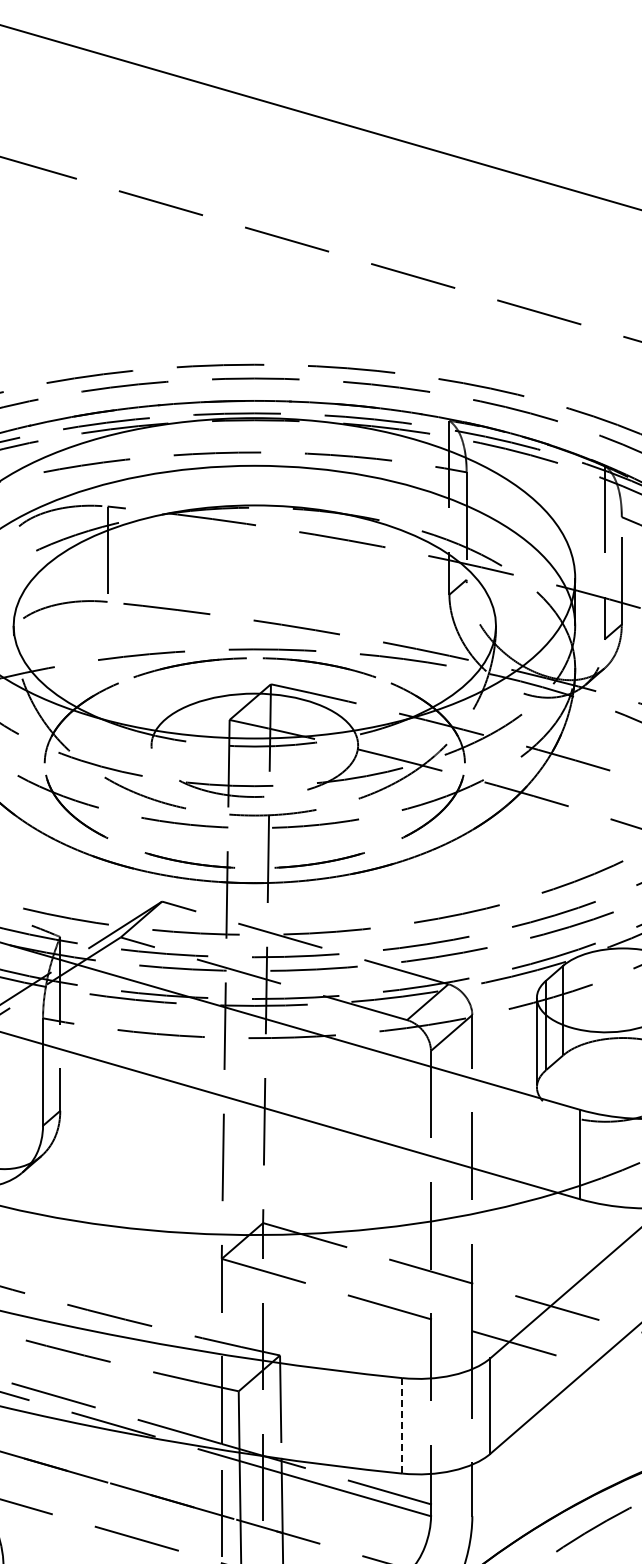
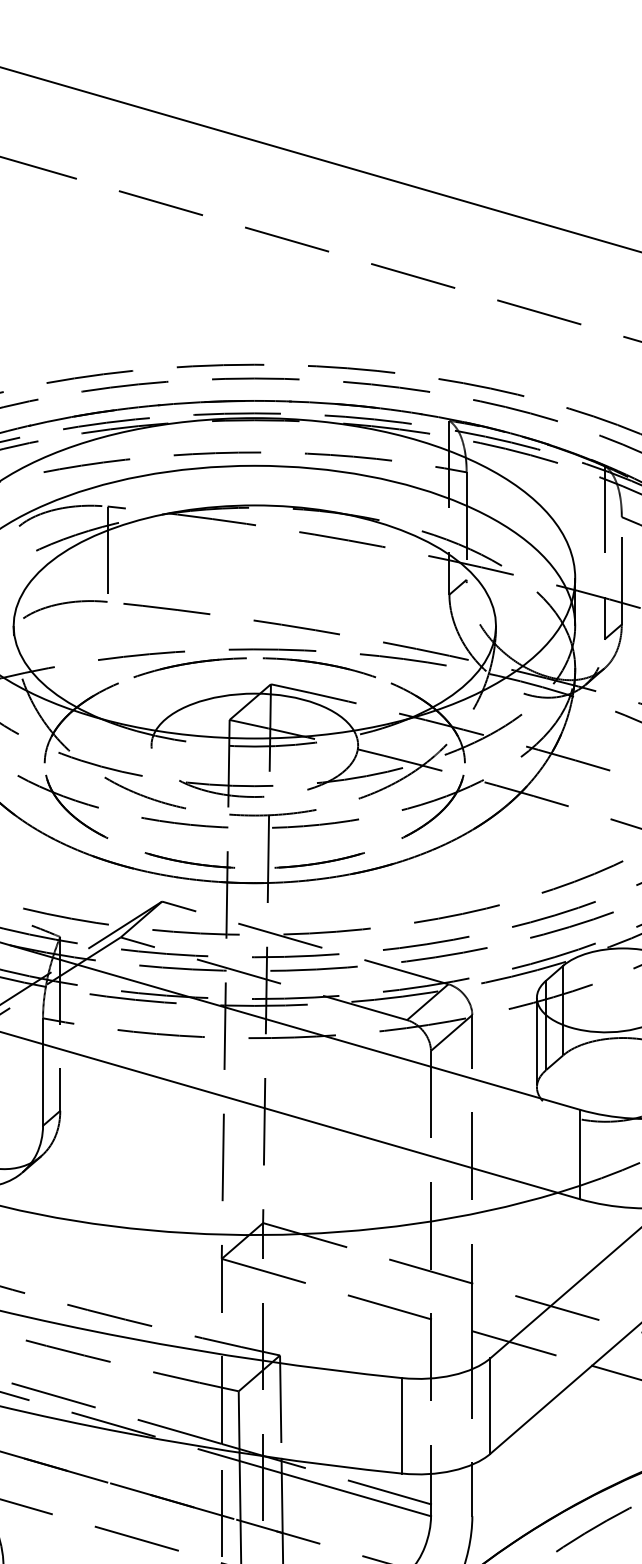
line at (320, 117) position: (320, 117) -> (320, 159)
line at (615, 1372): none -> present
line at (402, 1425): dashed -> solid
